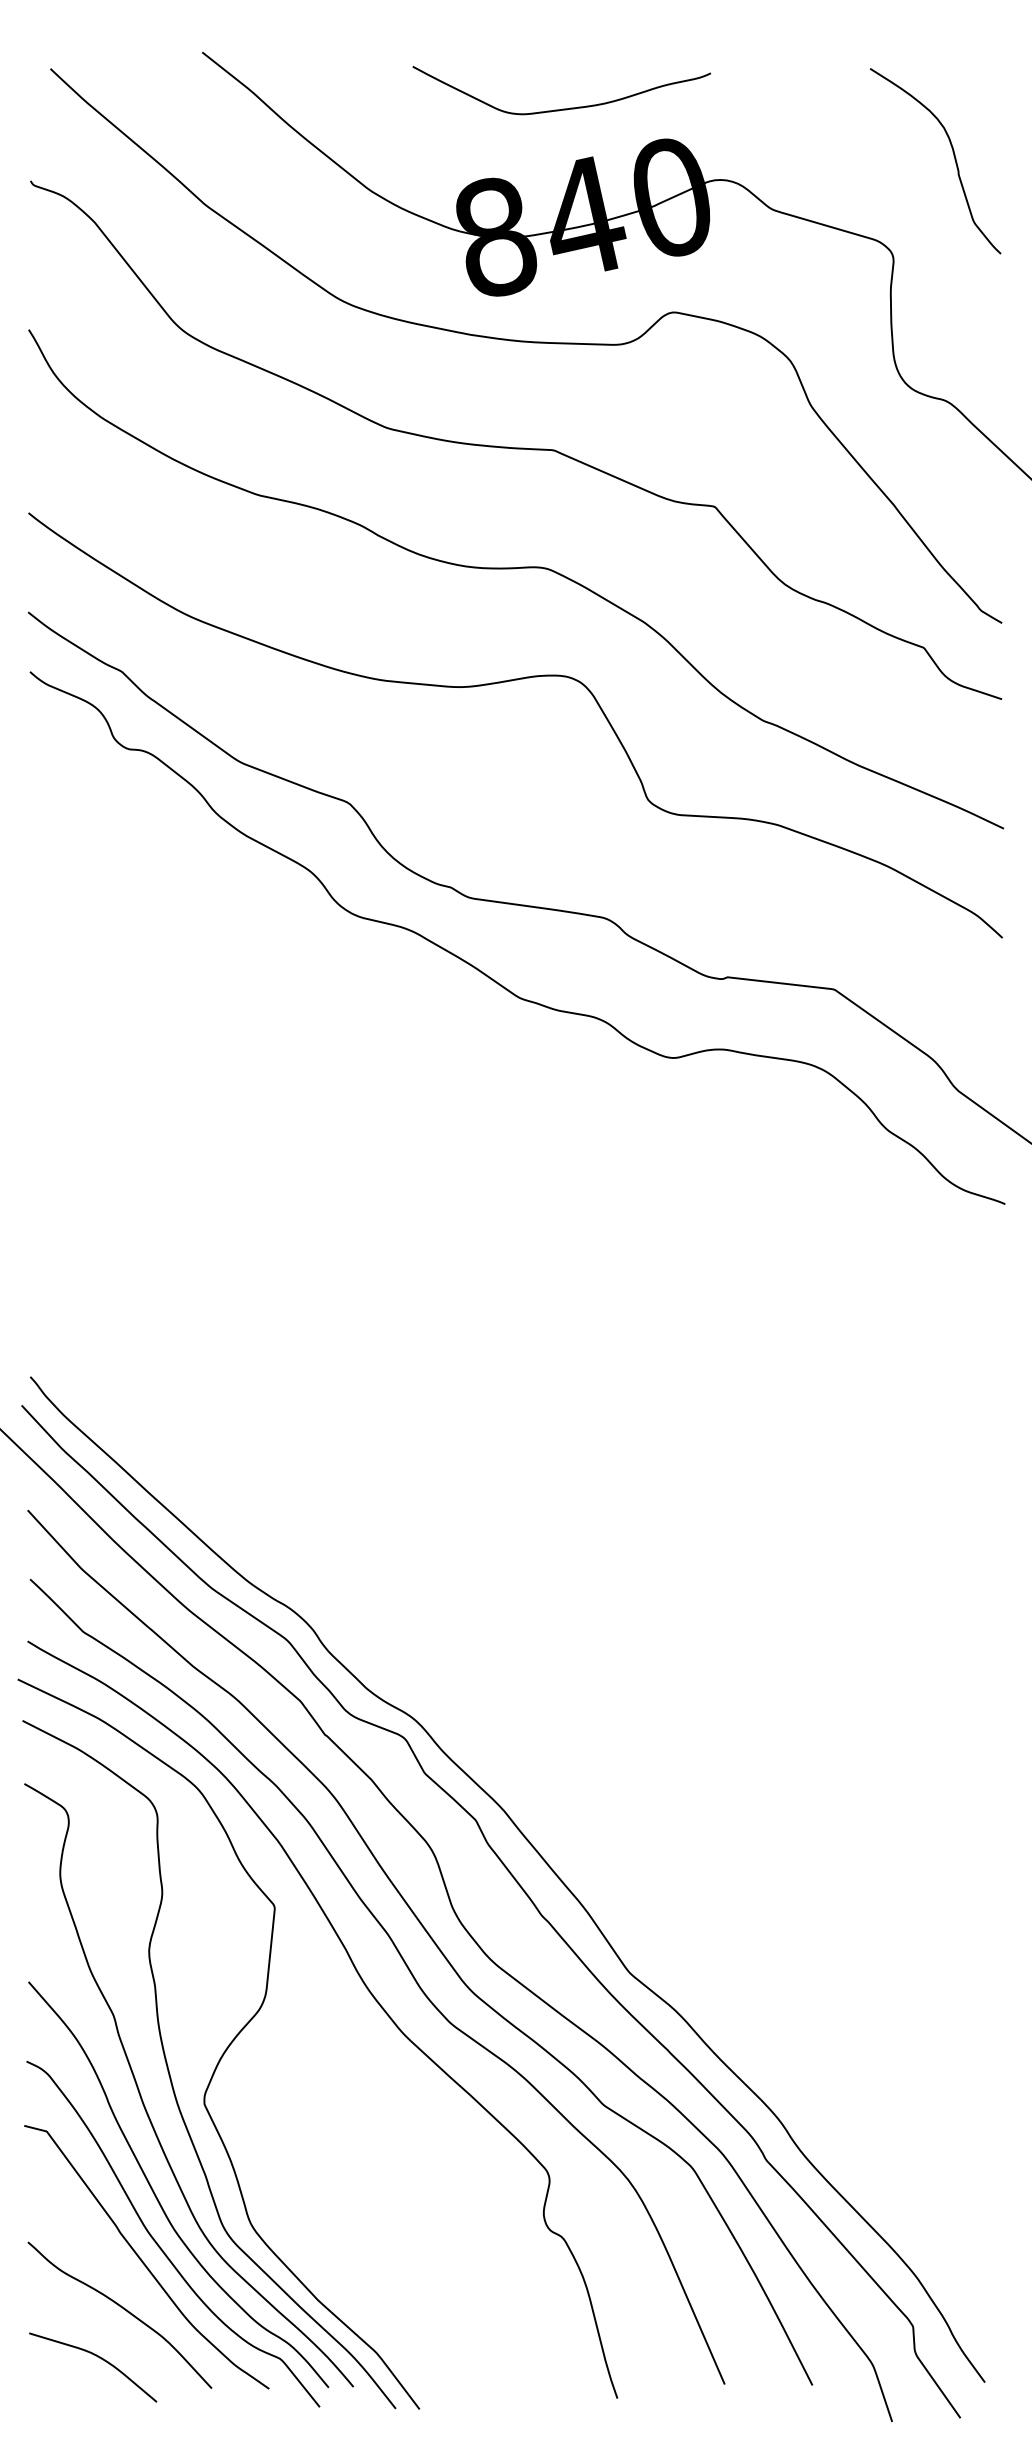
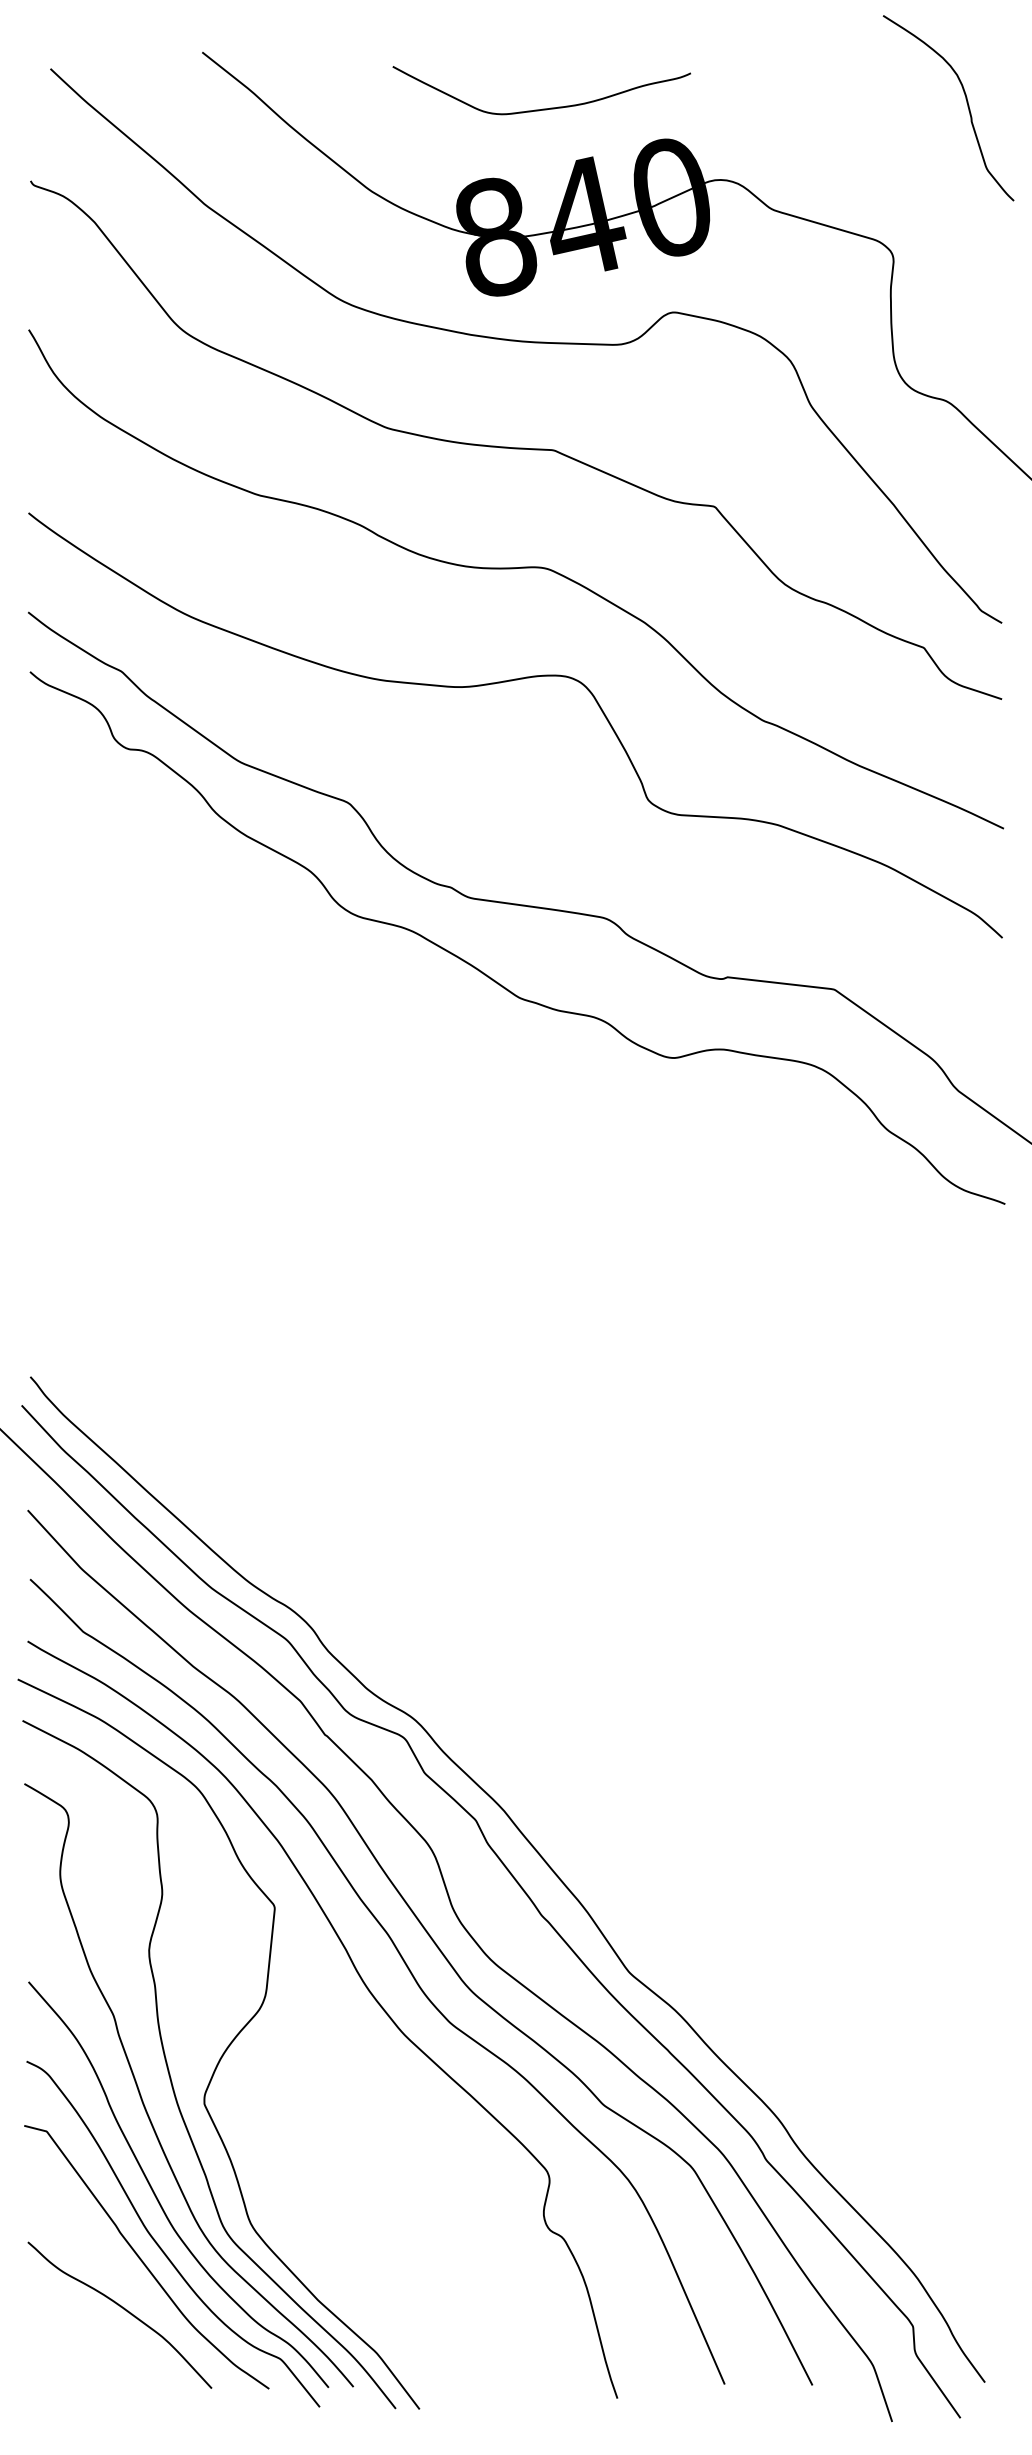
curve at (562, 108) position: (562, 108) -> (542, 108)
curve at (953, 156) position: (953, 156) -> (966, 103)
curve at (97, 2357): present -> none
